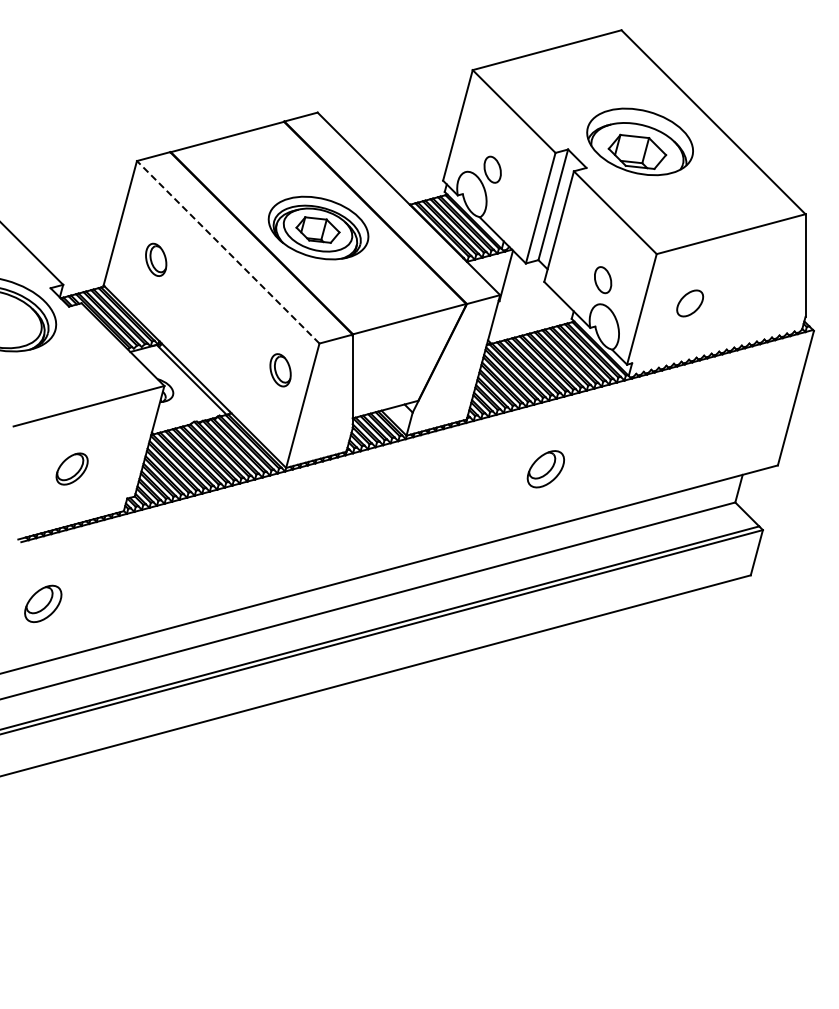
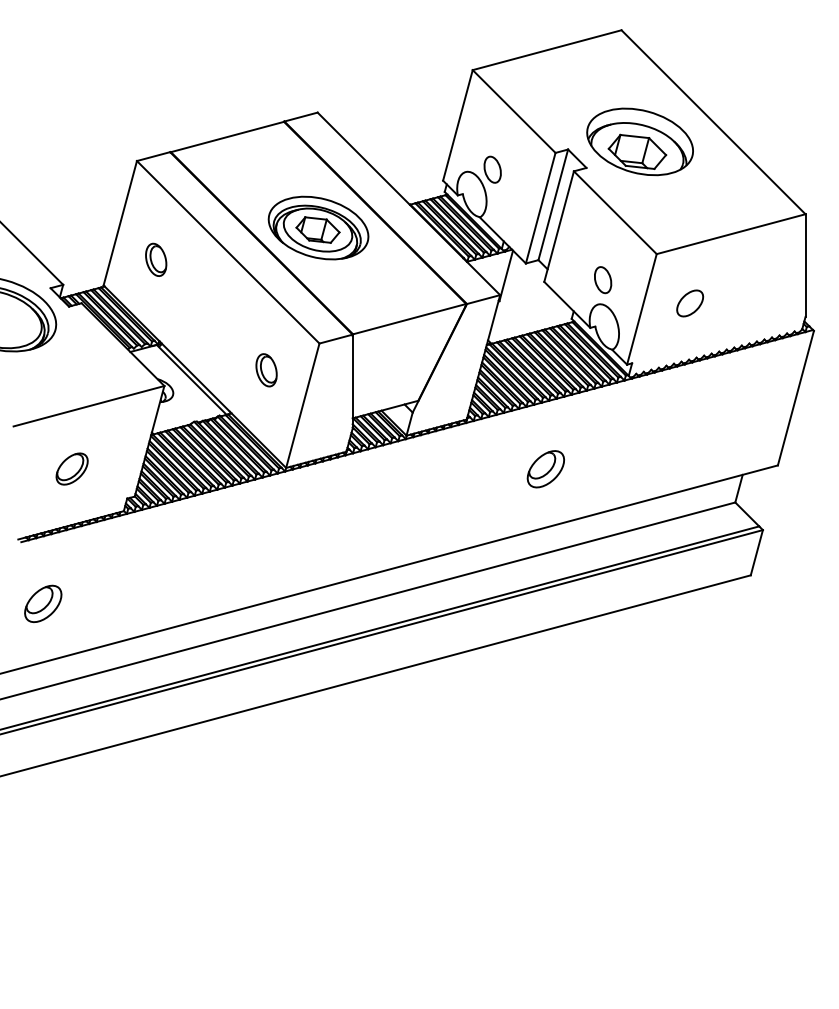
line at (227, 251): dashed -> solid
part at (280, 370) position: (280, 370) -> (266, 370)
